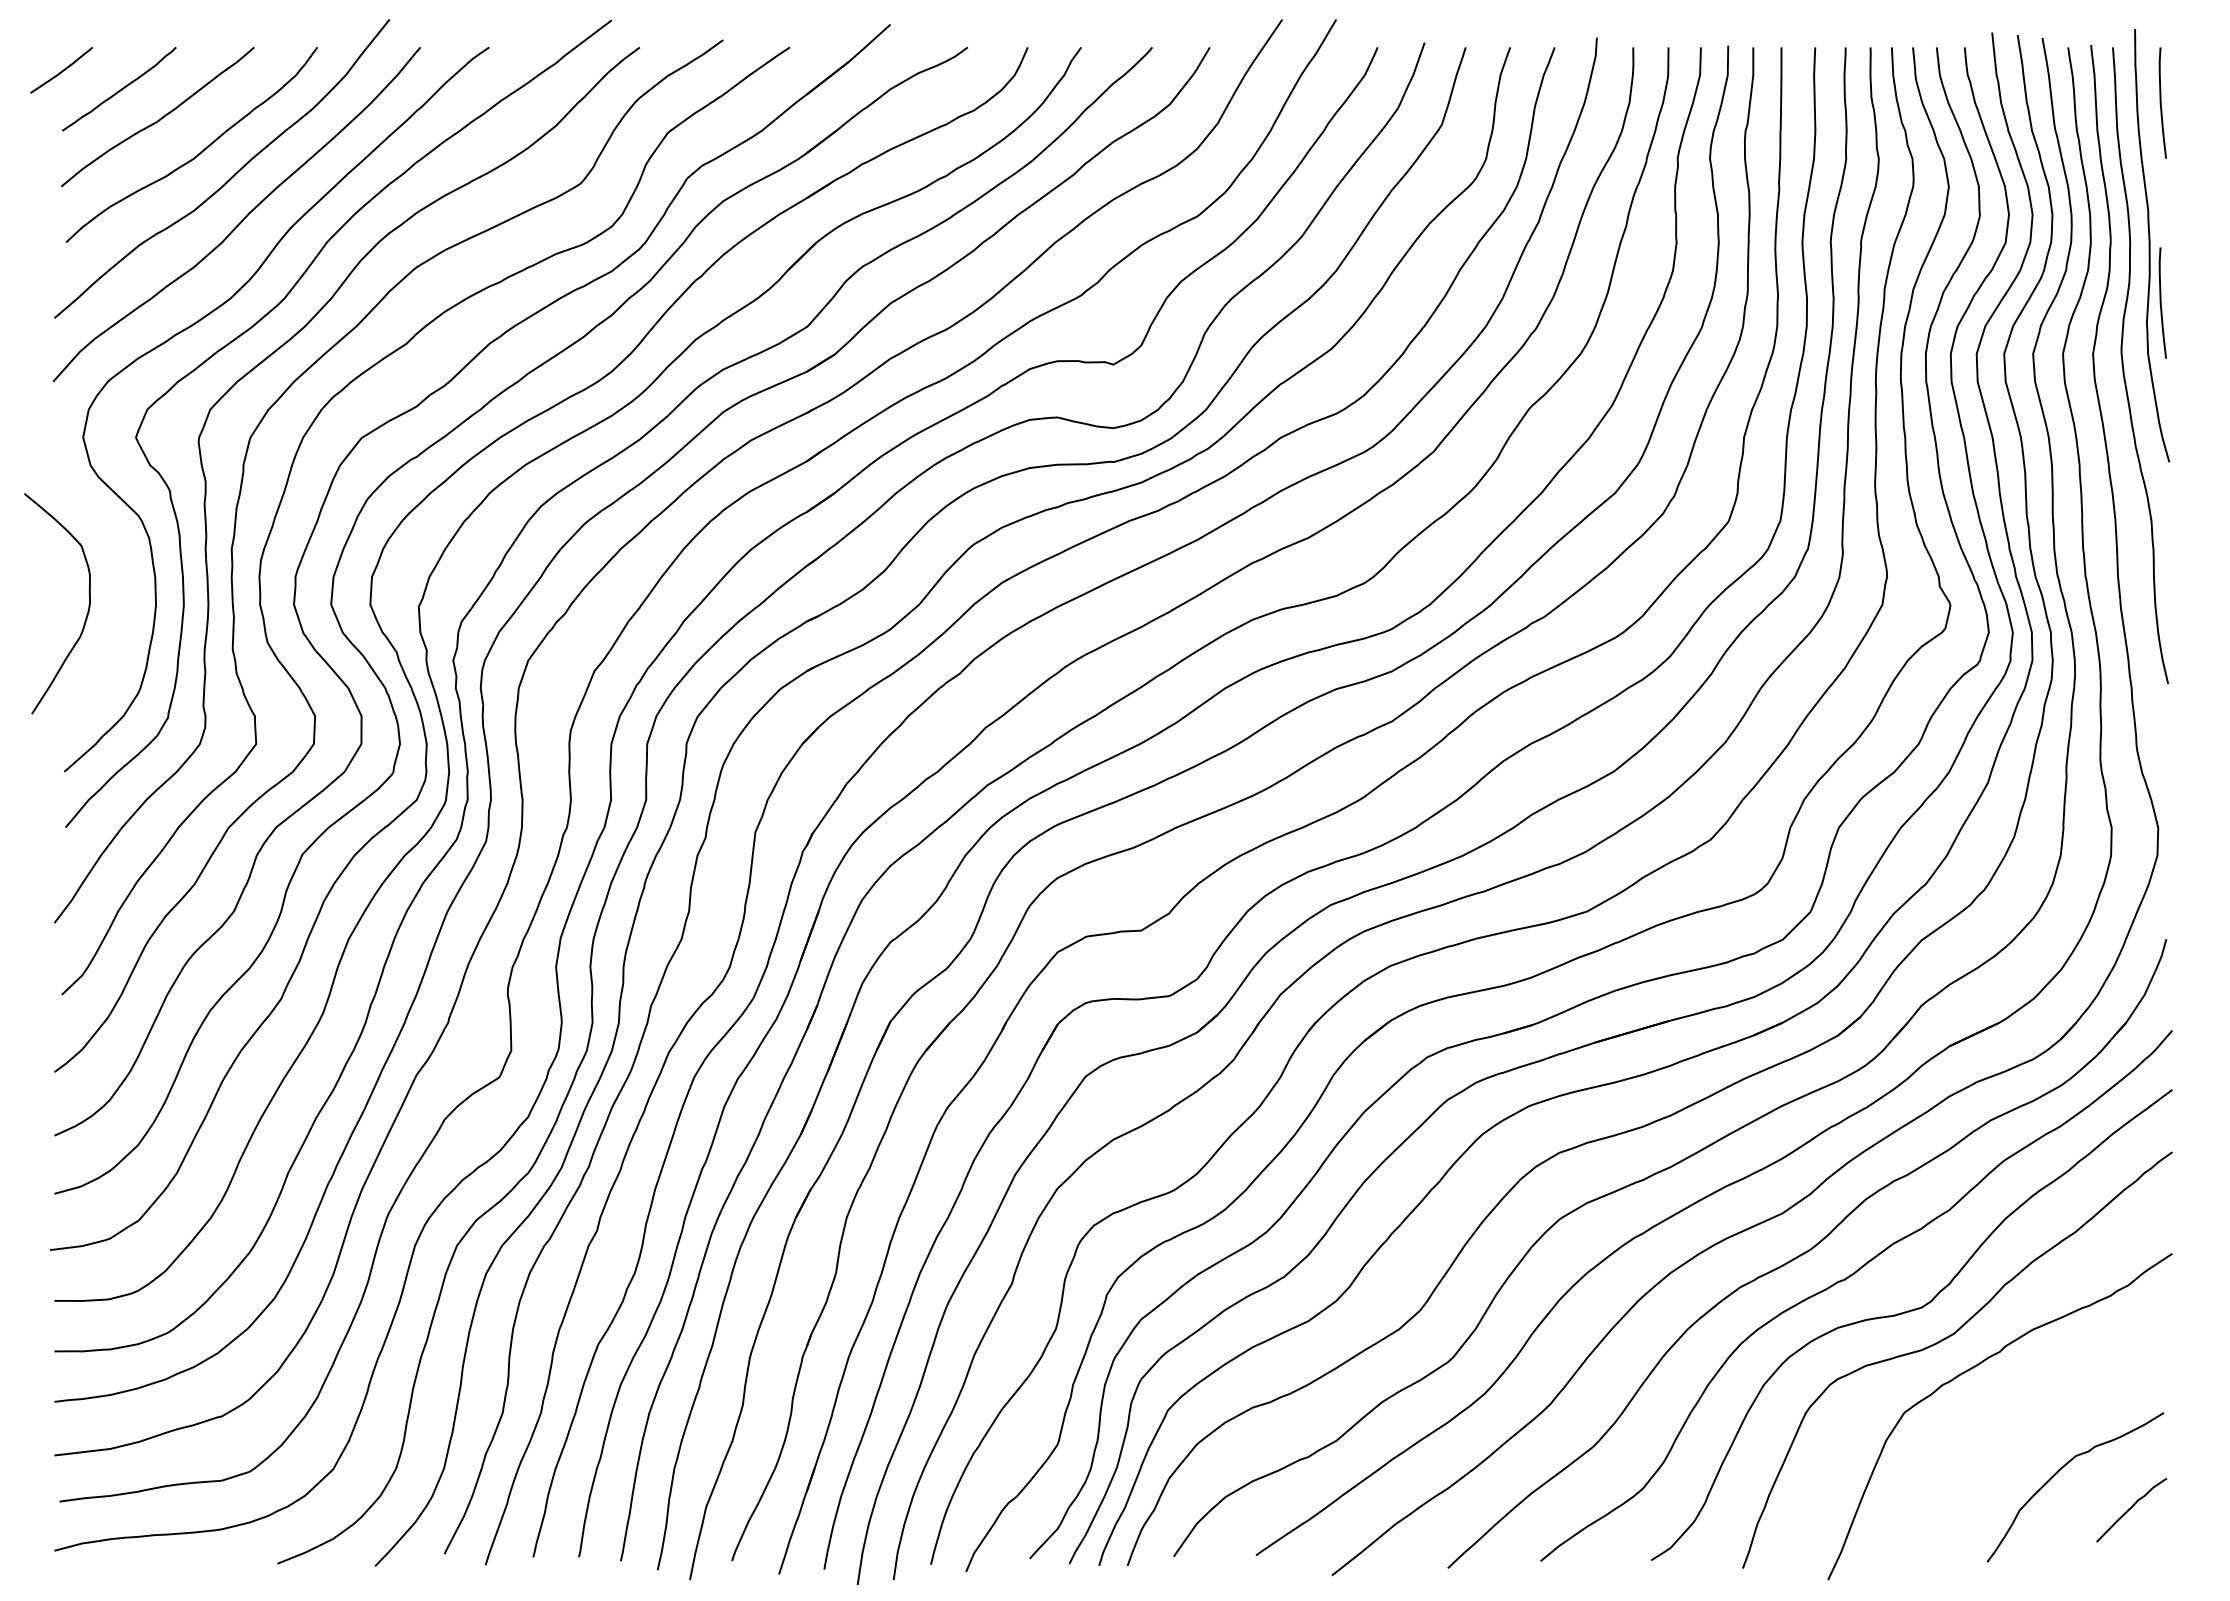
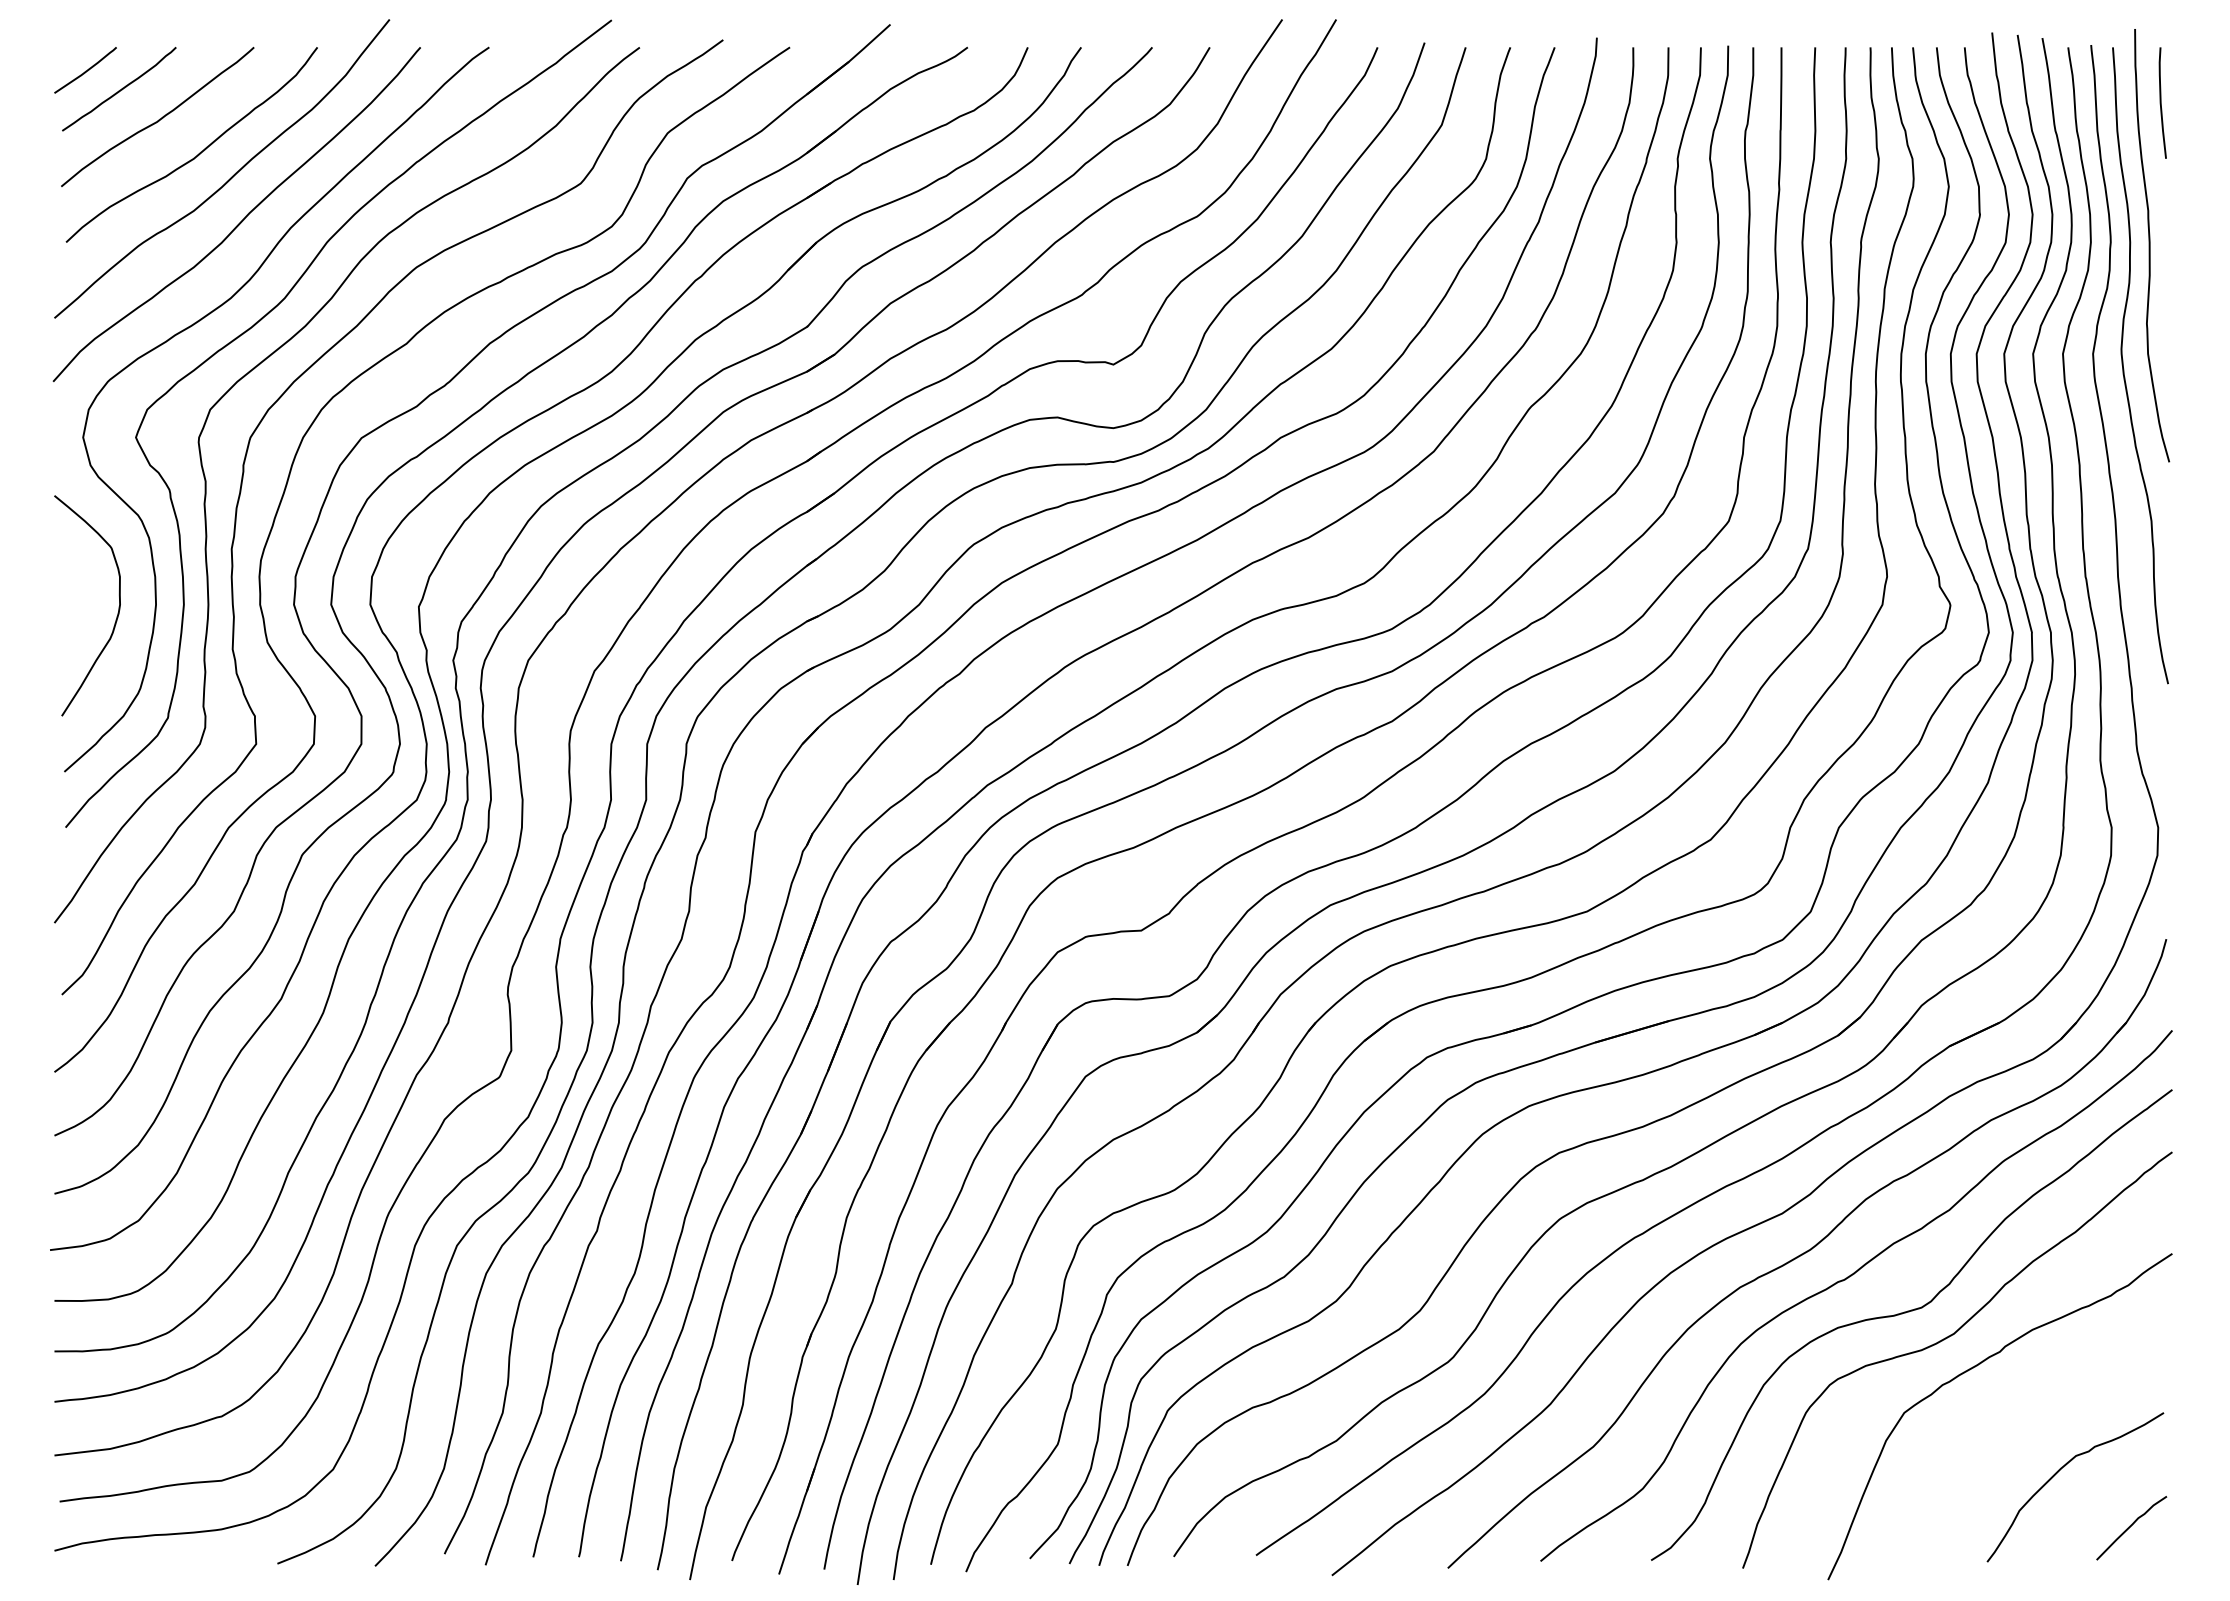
curve at (61, 70) position: (61, 70) -> (85, 70)
curve at (2161, 302): present -> none
curve at (87, 610) position: (87, 610) -> (117, 612)
curve at (2130, 1509) position: (2130, 1509) -> (2130, 1527)
